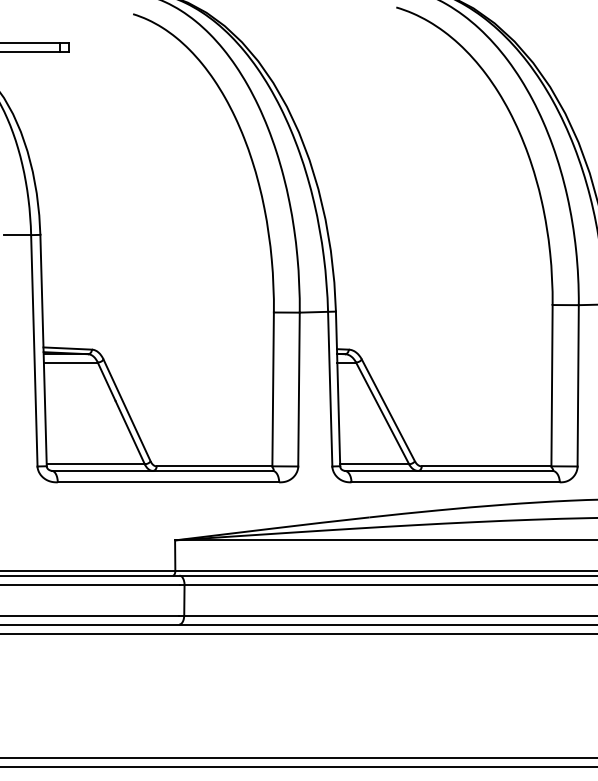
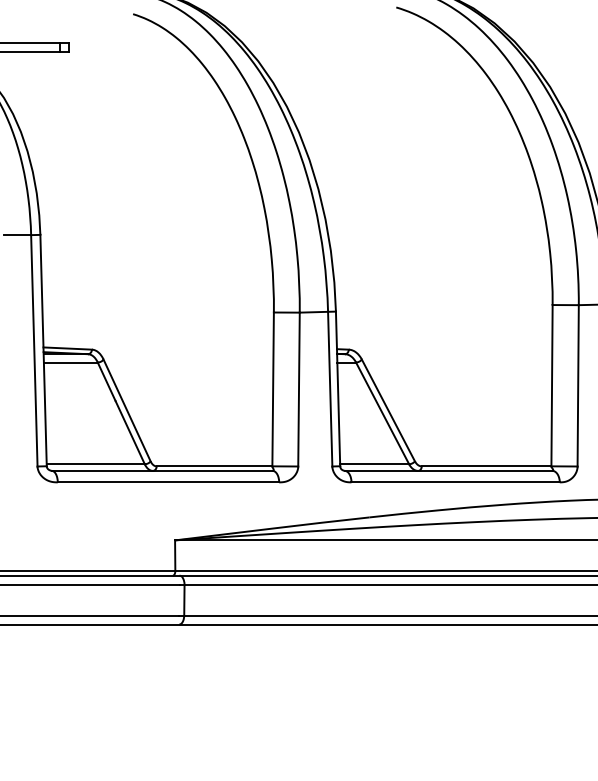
line at (298, 633): present -> none
line at (298, 757): present -> none
line at (298, 766): present -> none
